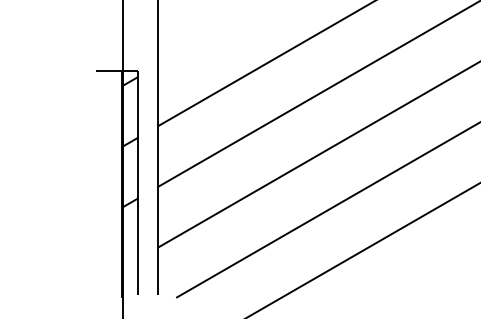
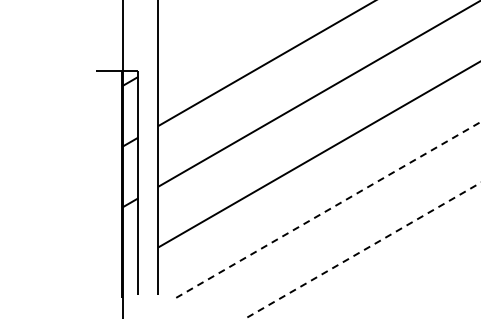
line at (328, 209): solid -> dashed
line at (362, 250): solid -> dashed
